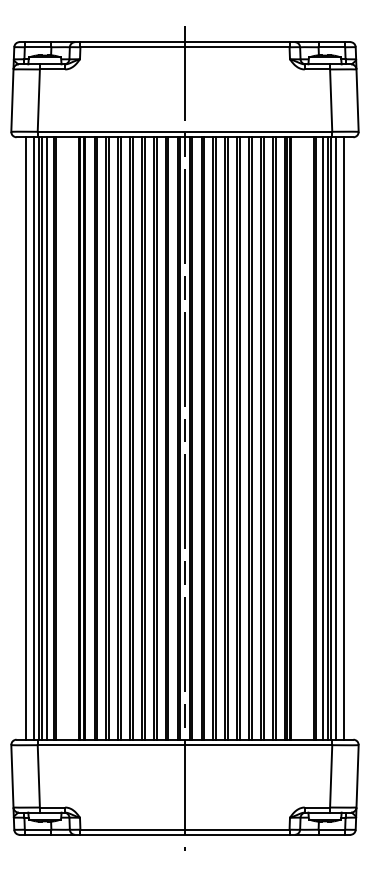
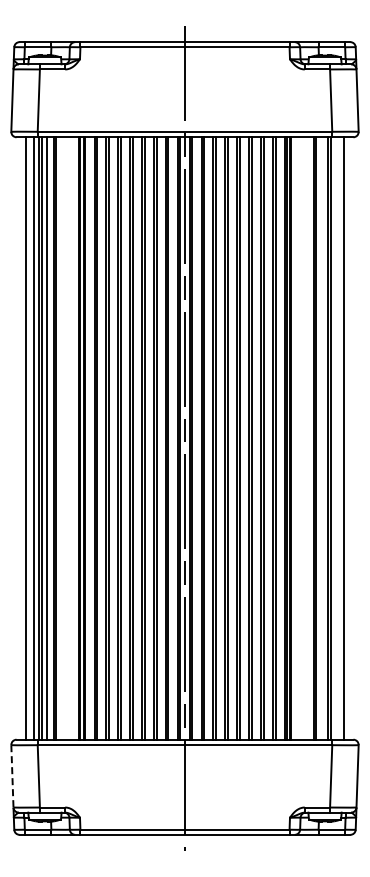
line at (323, 438): present -> none
line at (335, 438): present -> none
line at (12, 776): solid -> dashed
